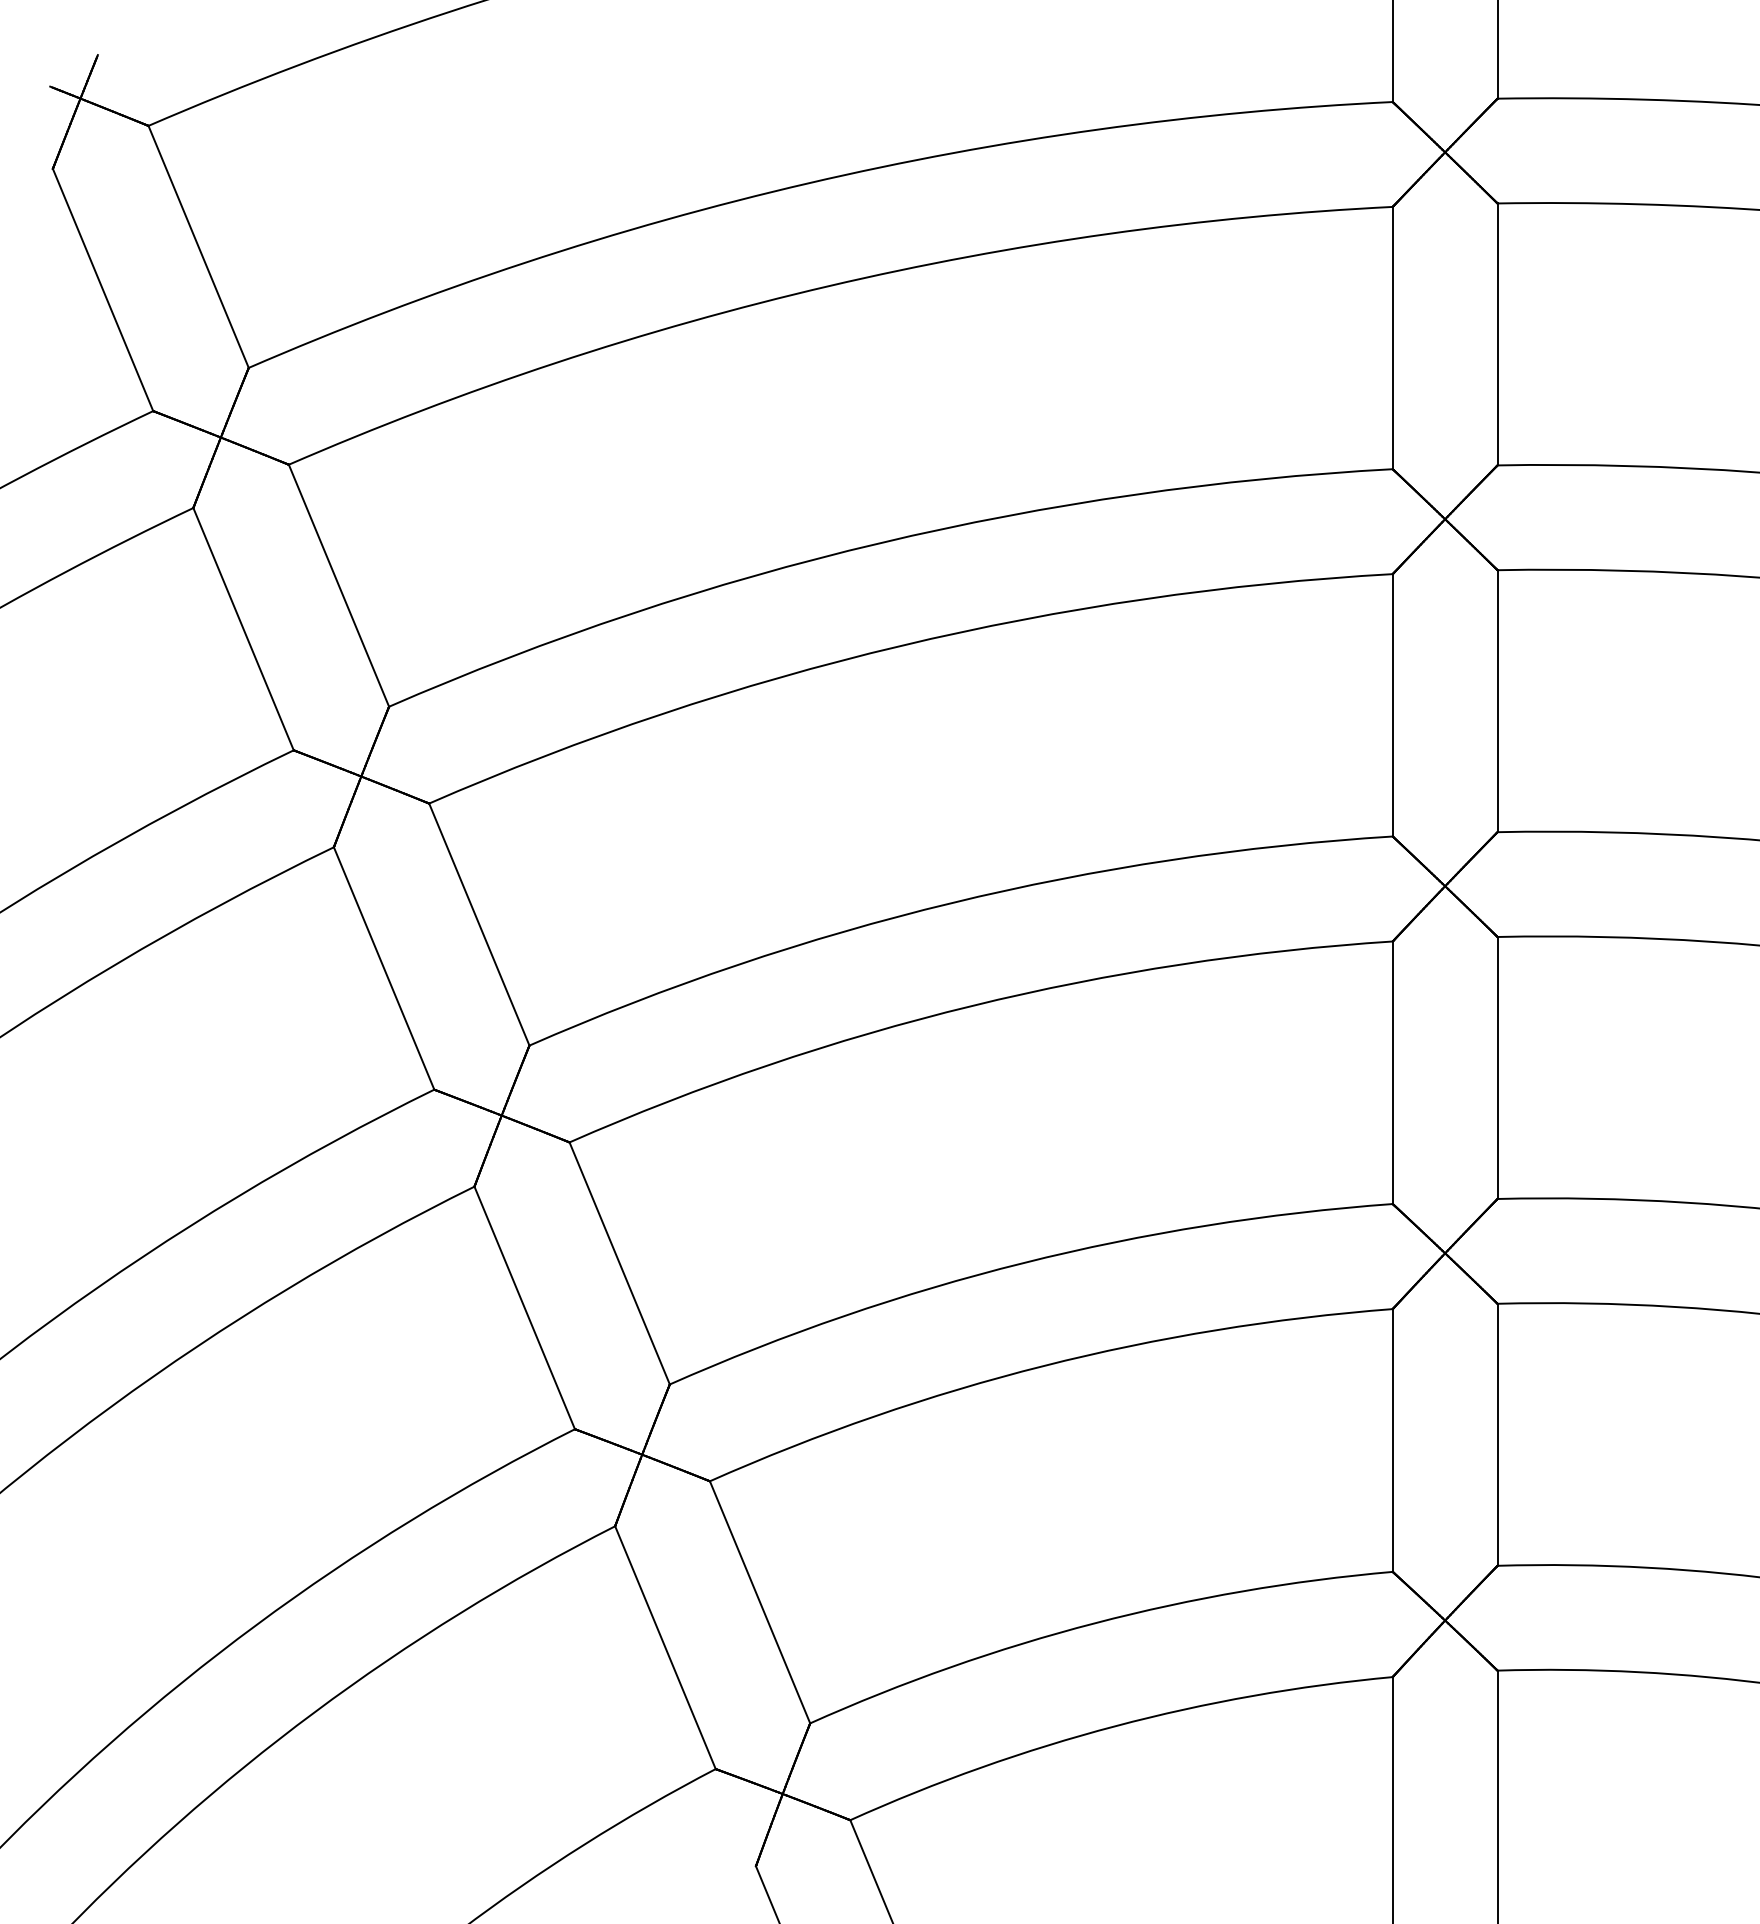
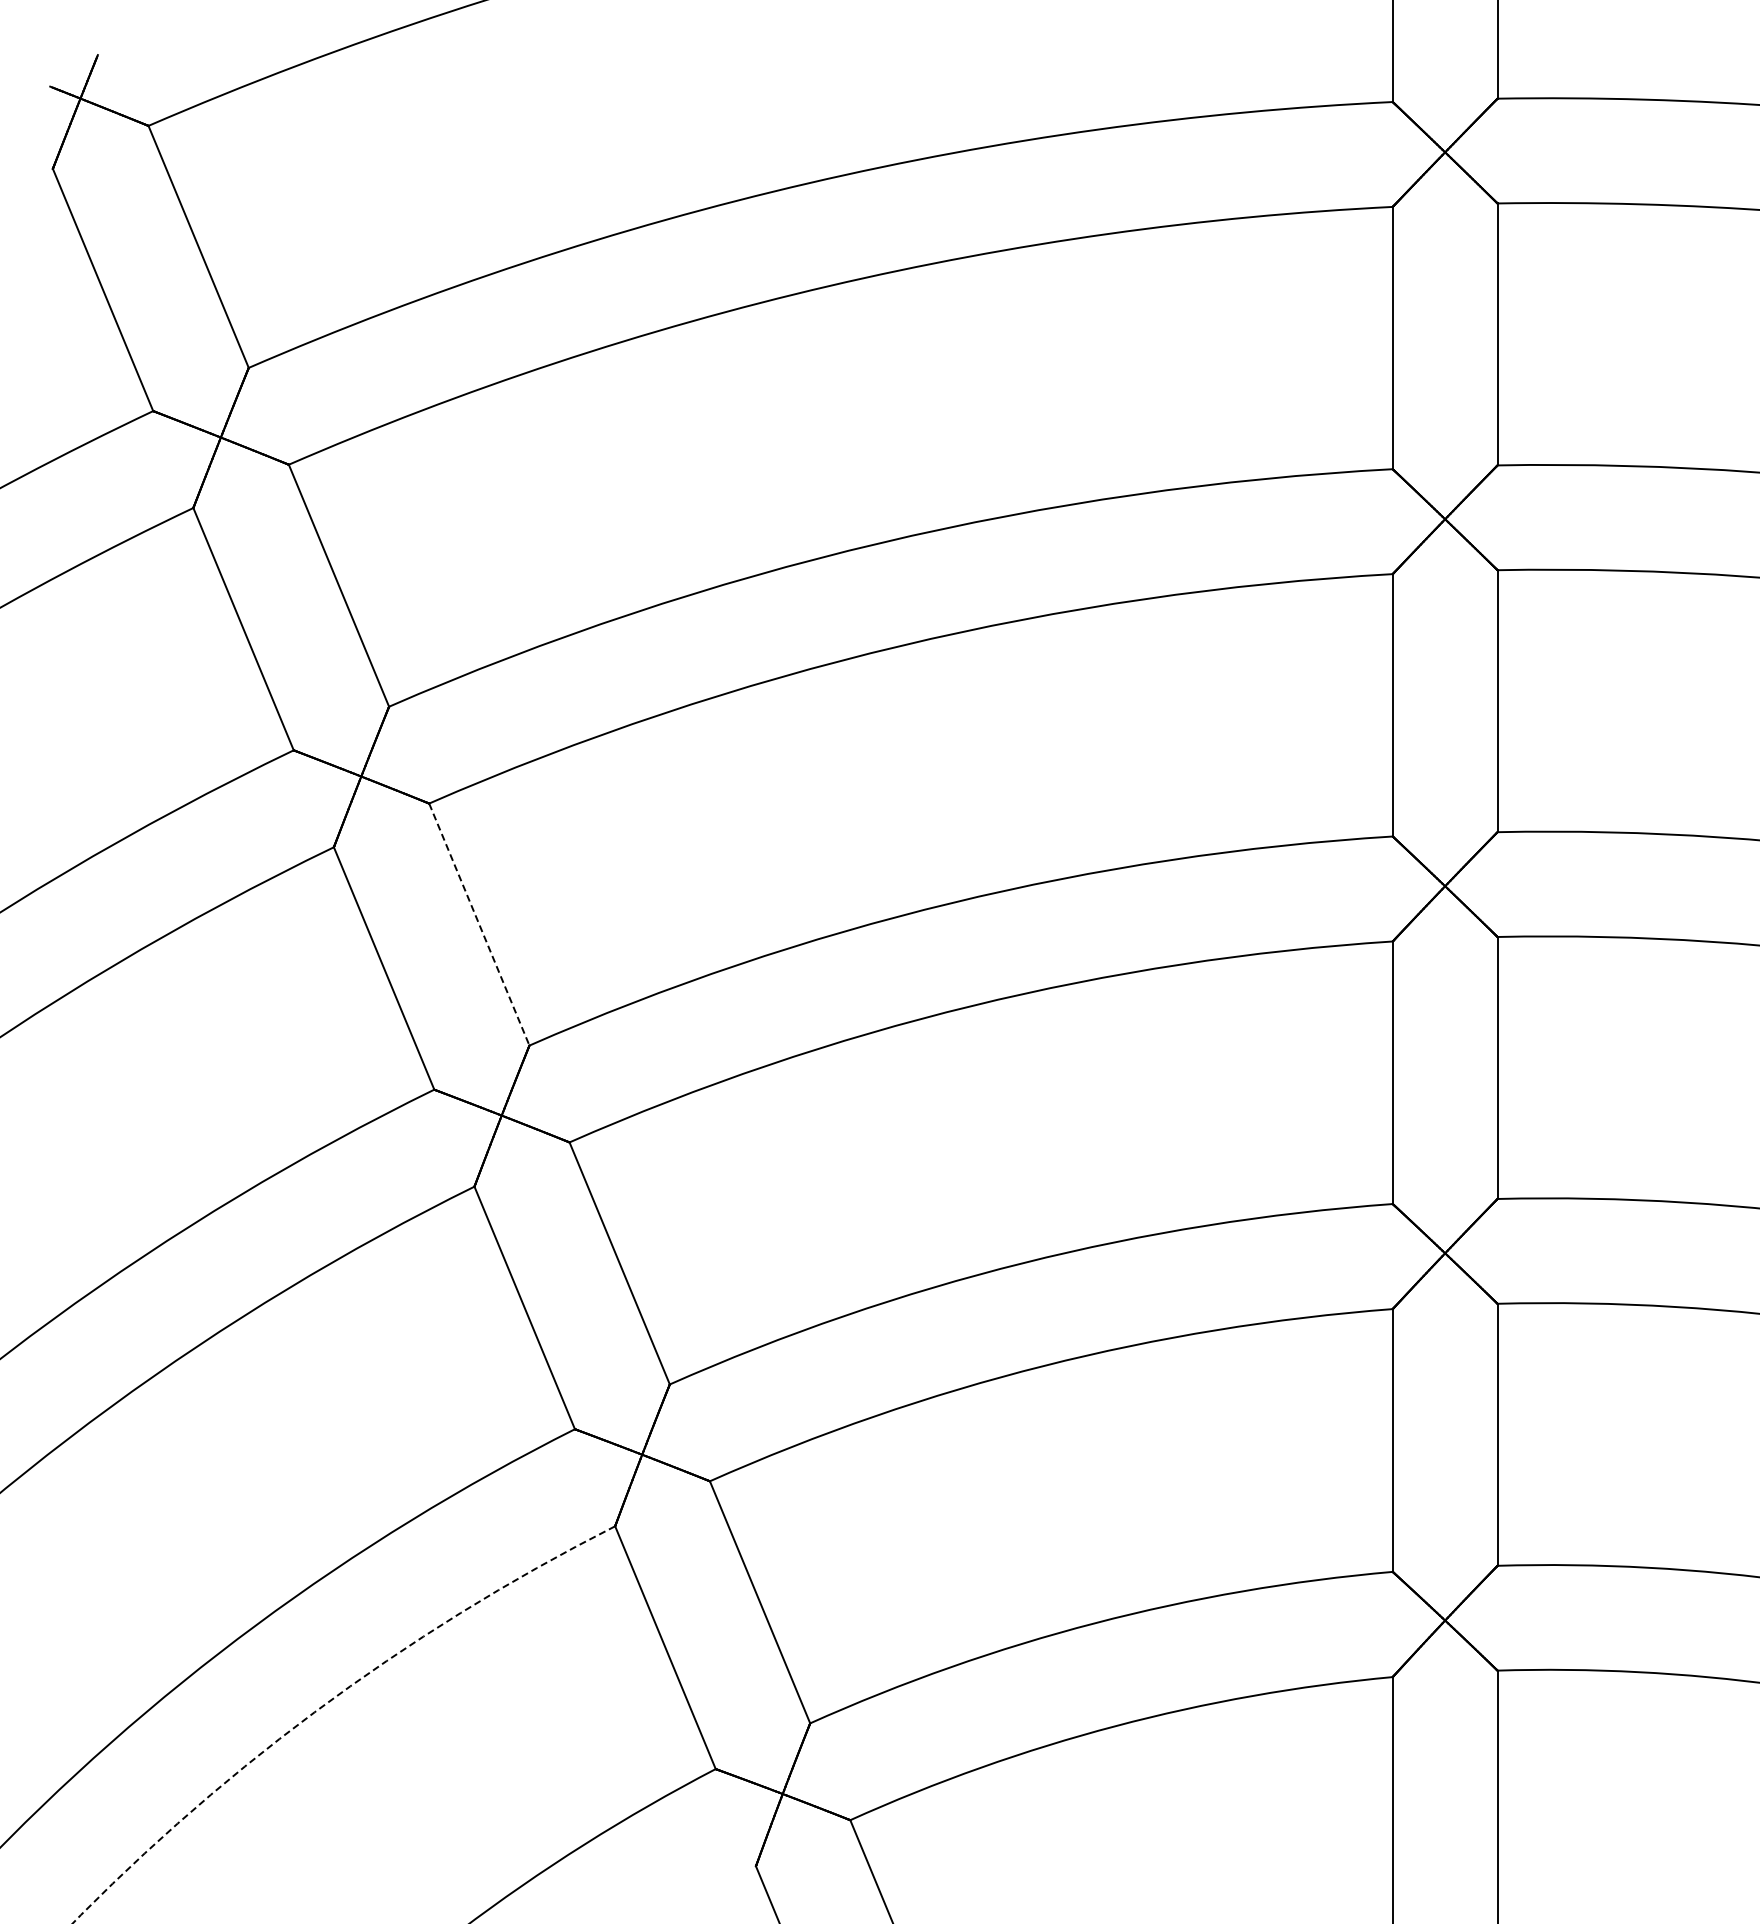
line at (479, 924): solid -> dashed
arc at (327, 1703): solid -> dashed
